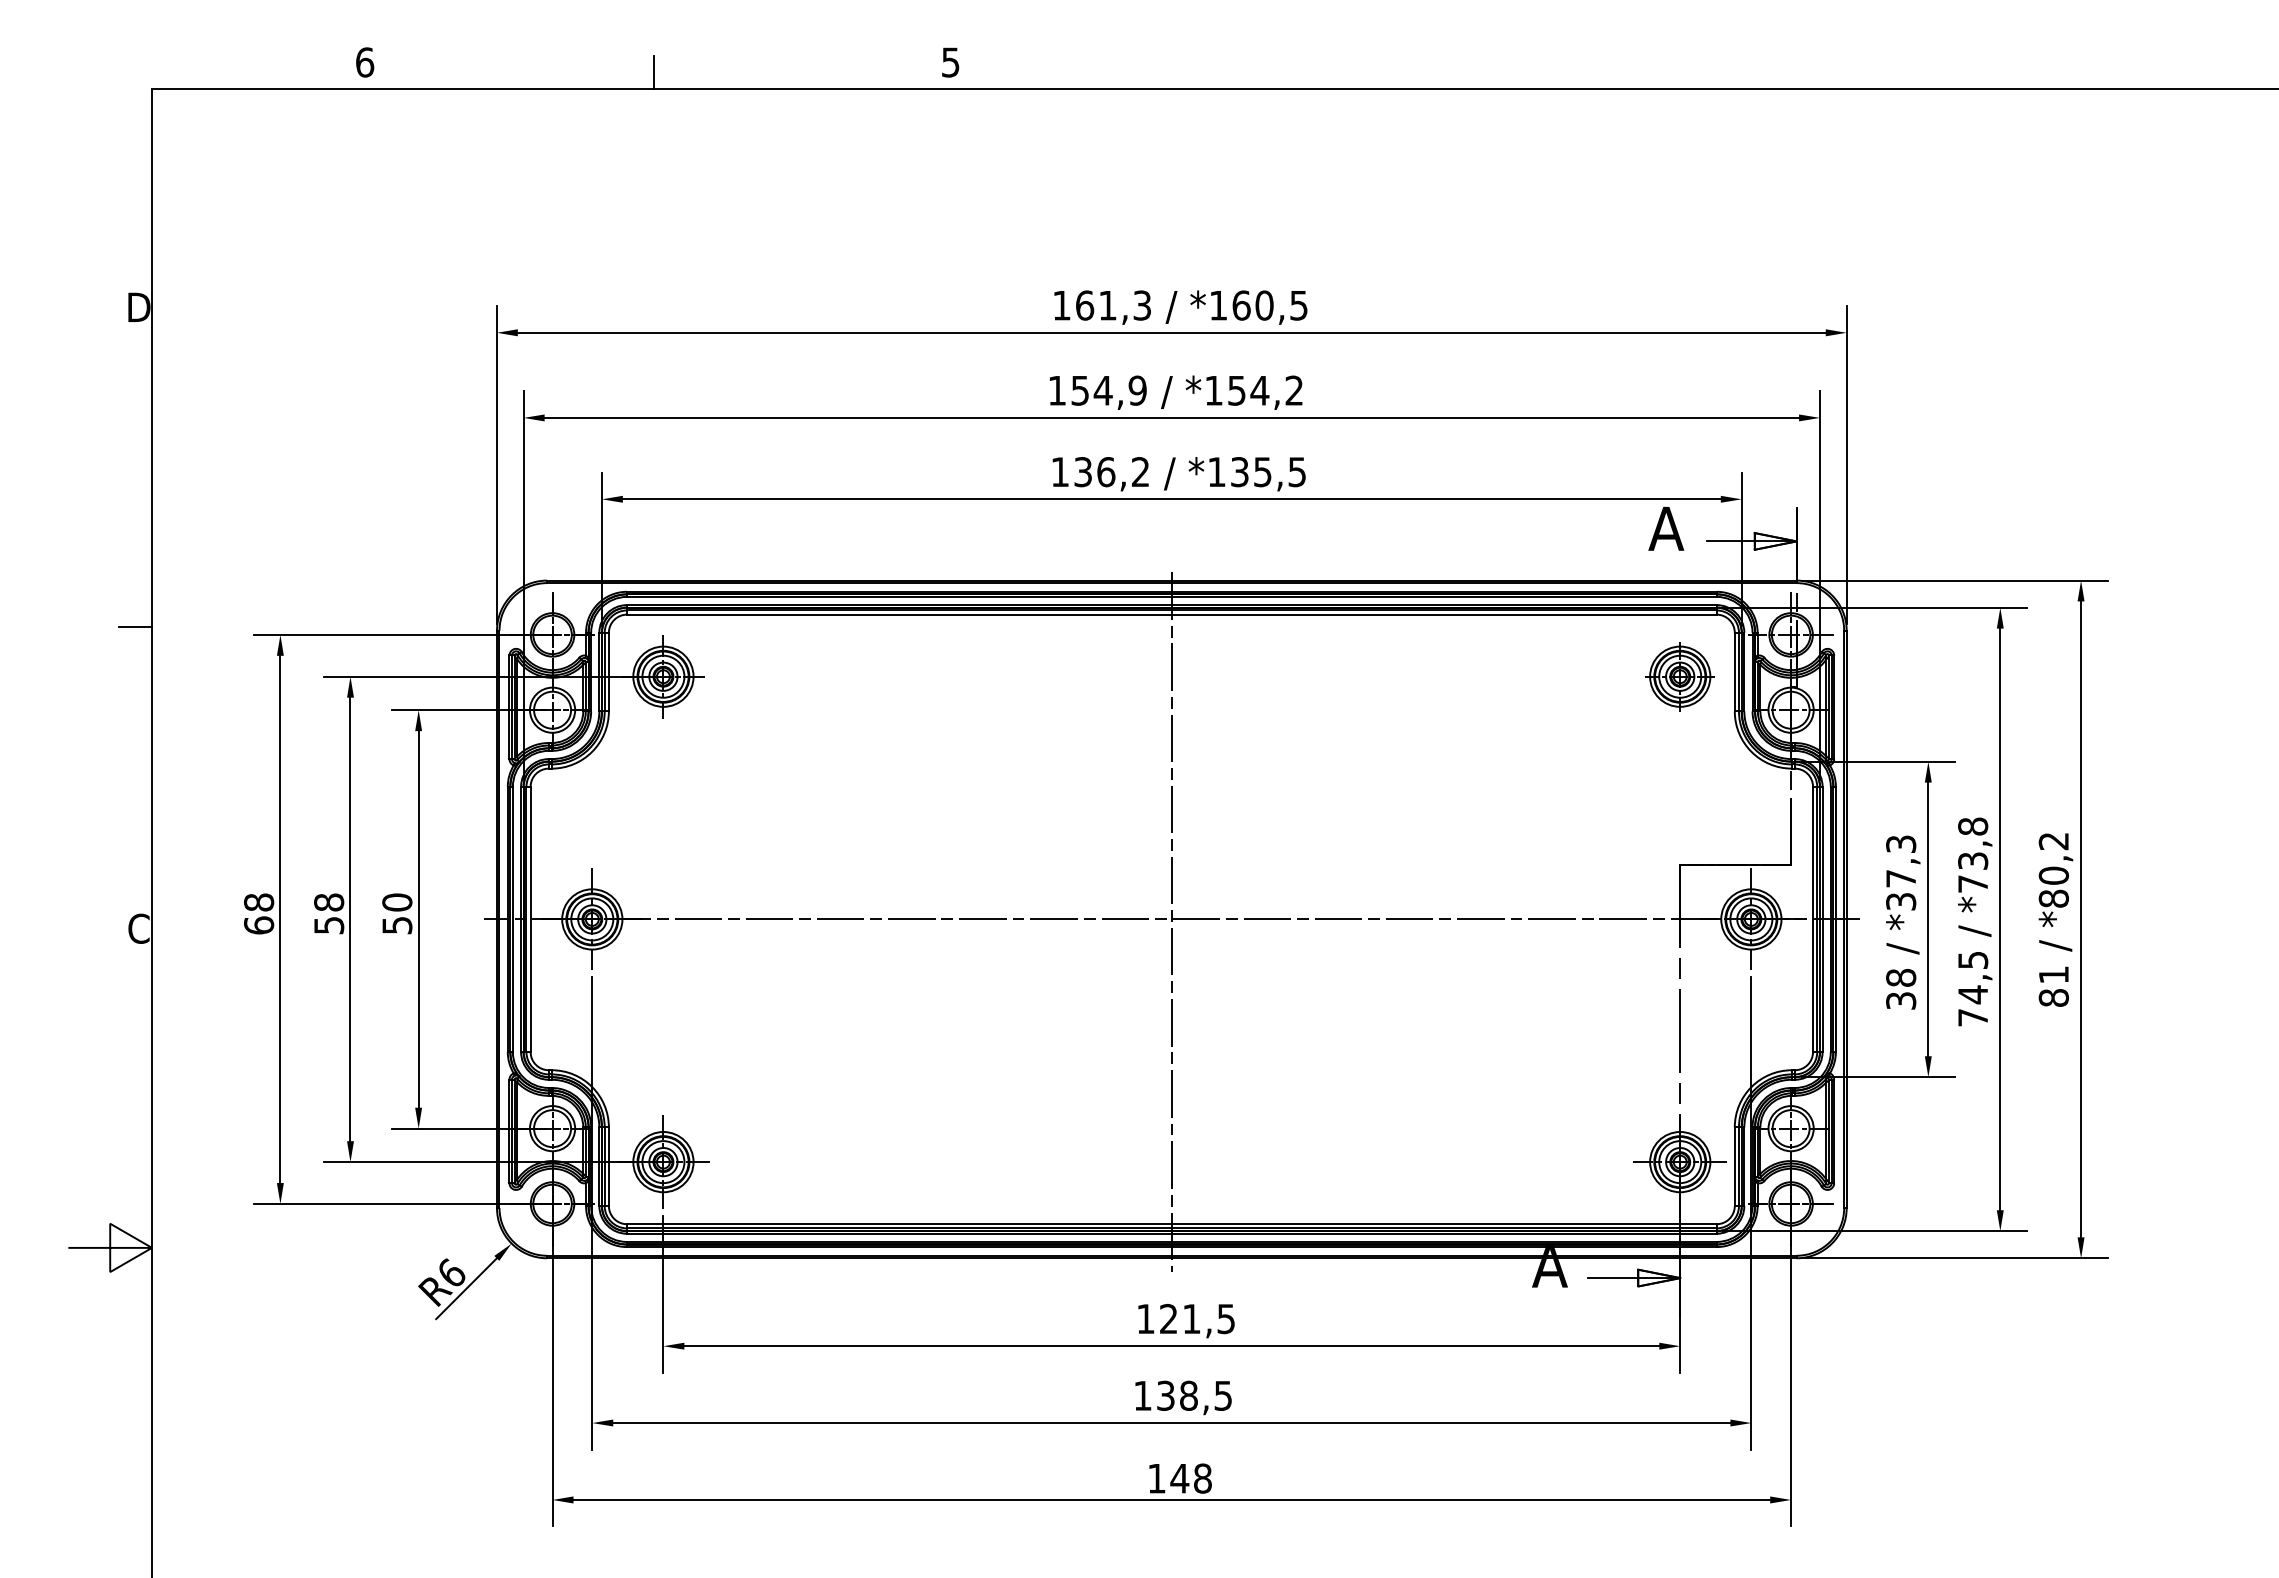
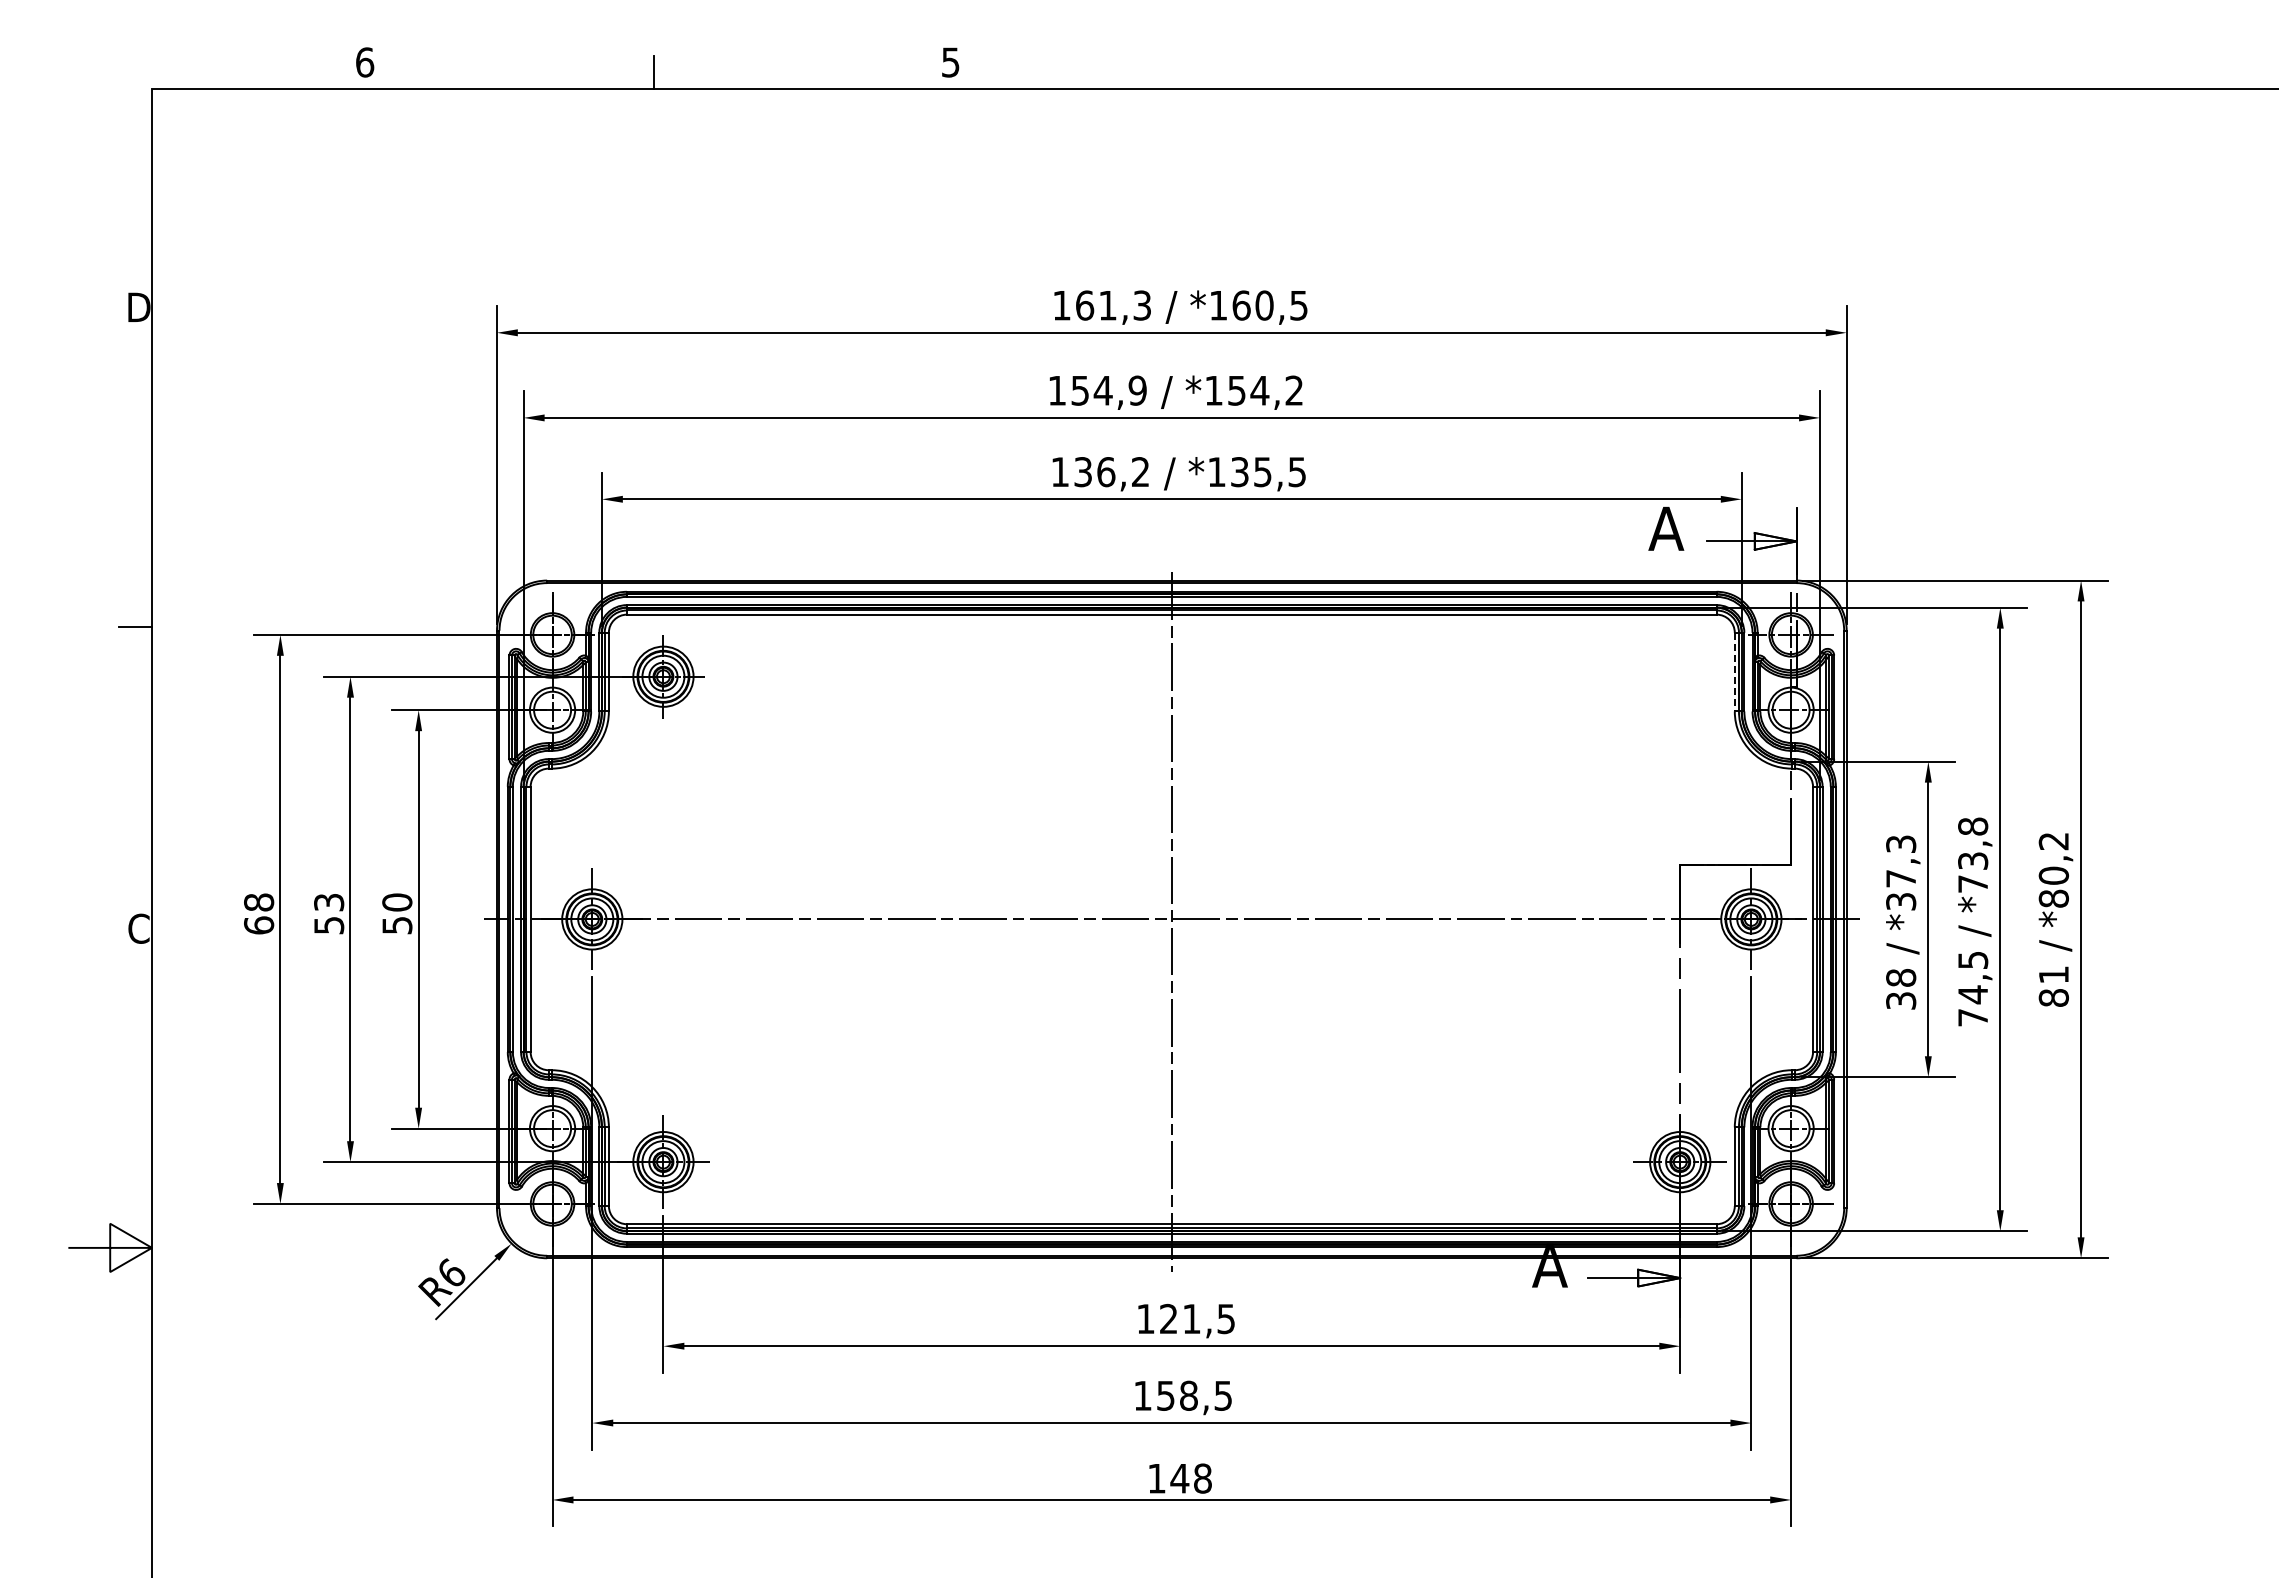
line at (1734, 672): solid -> dashed
part at (1679, 676): present -> none
text at (329, 902): 58 -> 53
text at (1166, 1395): 138,5 -> 158,5
